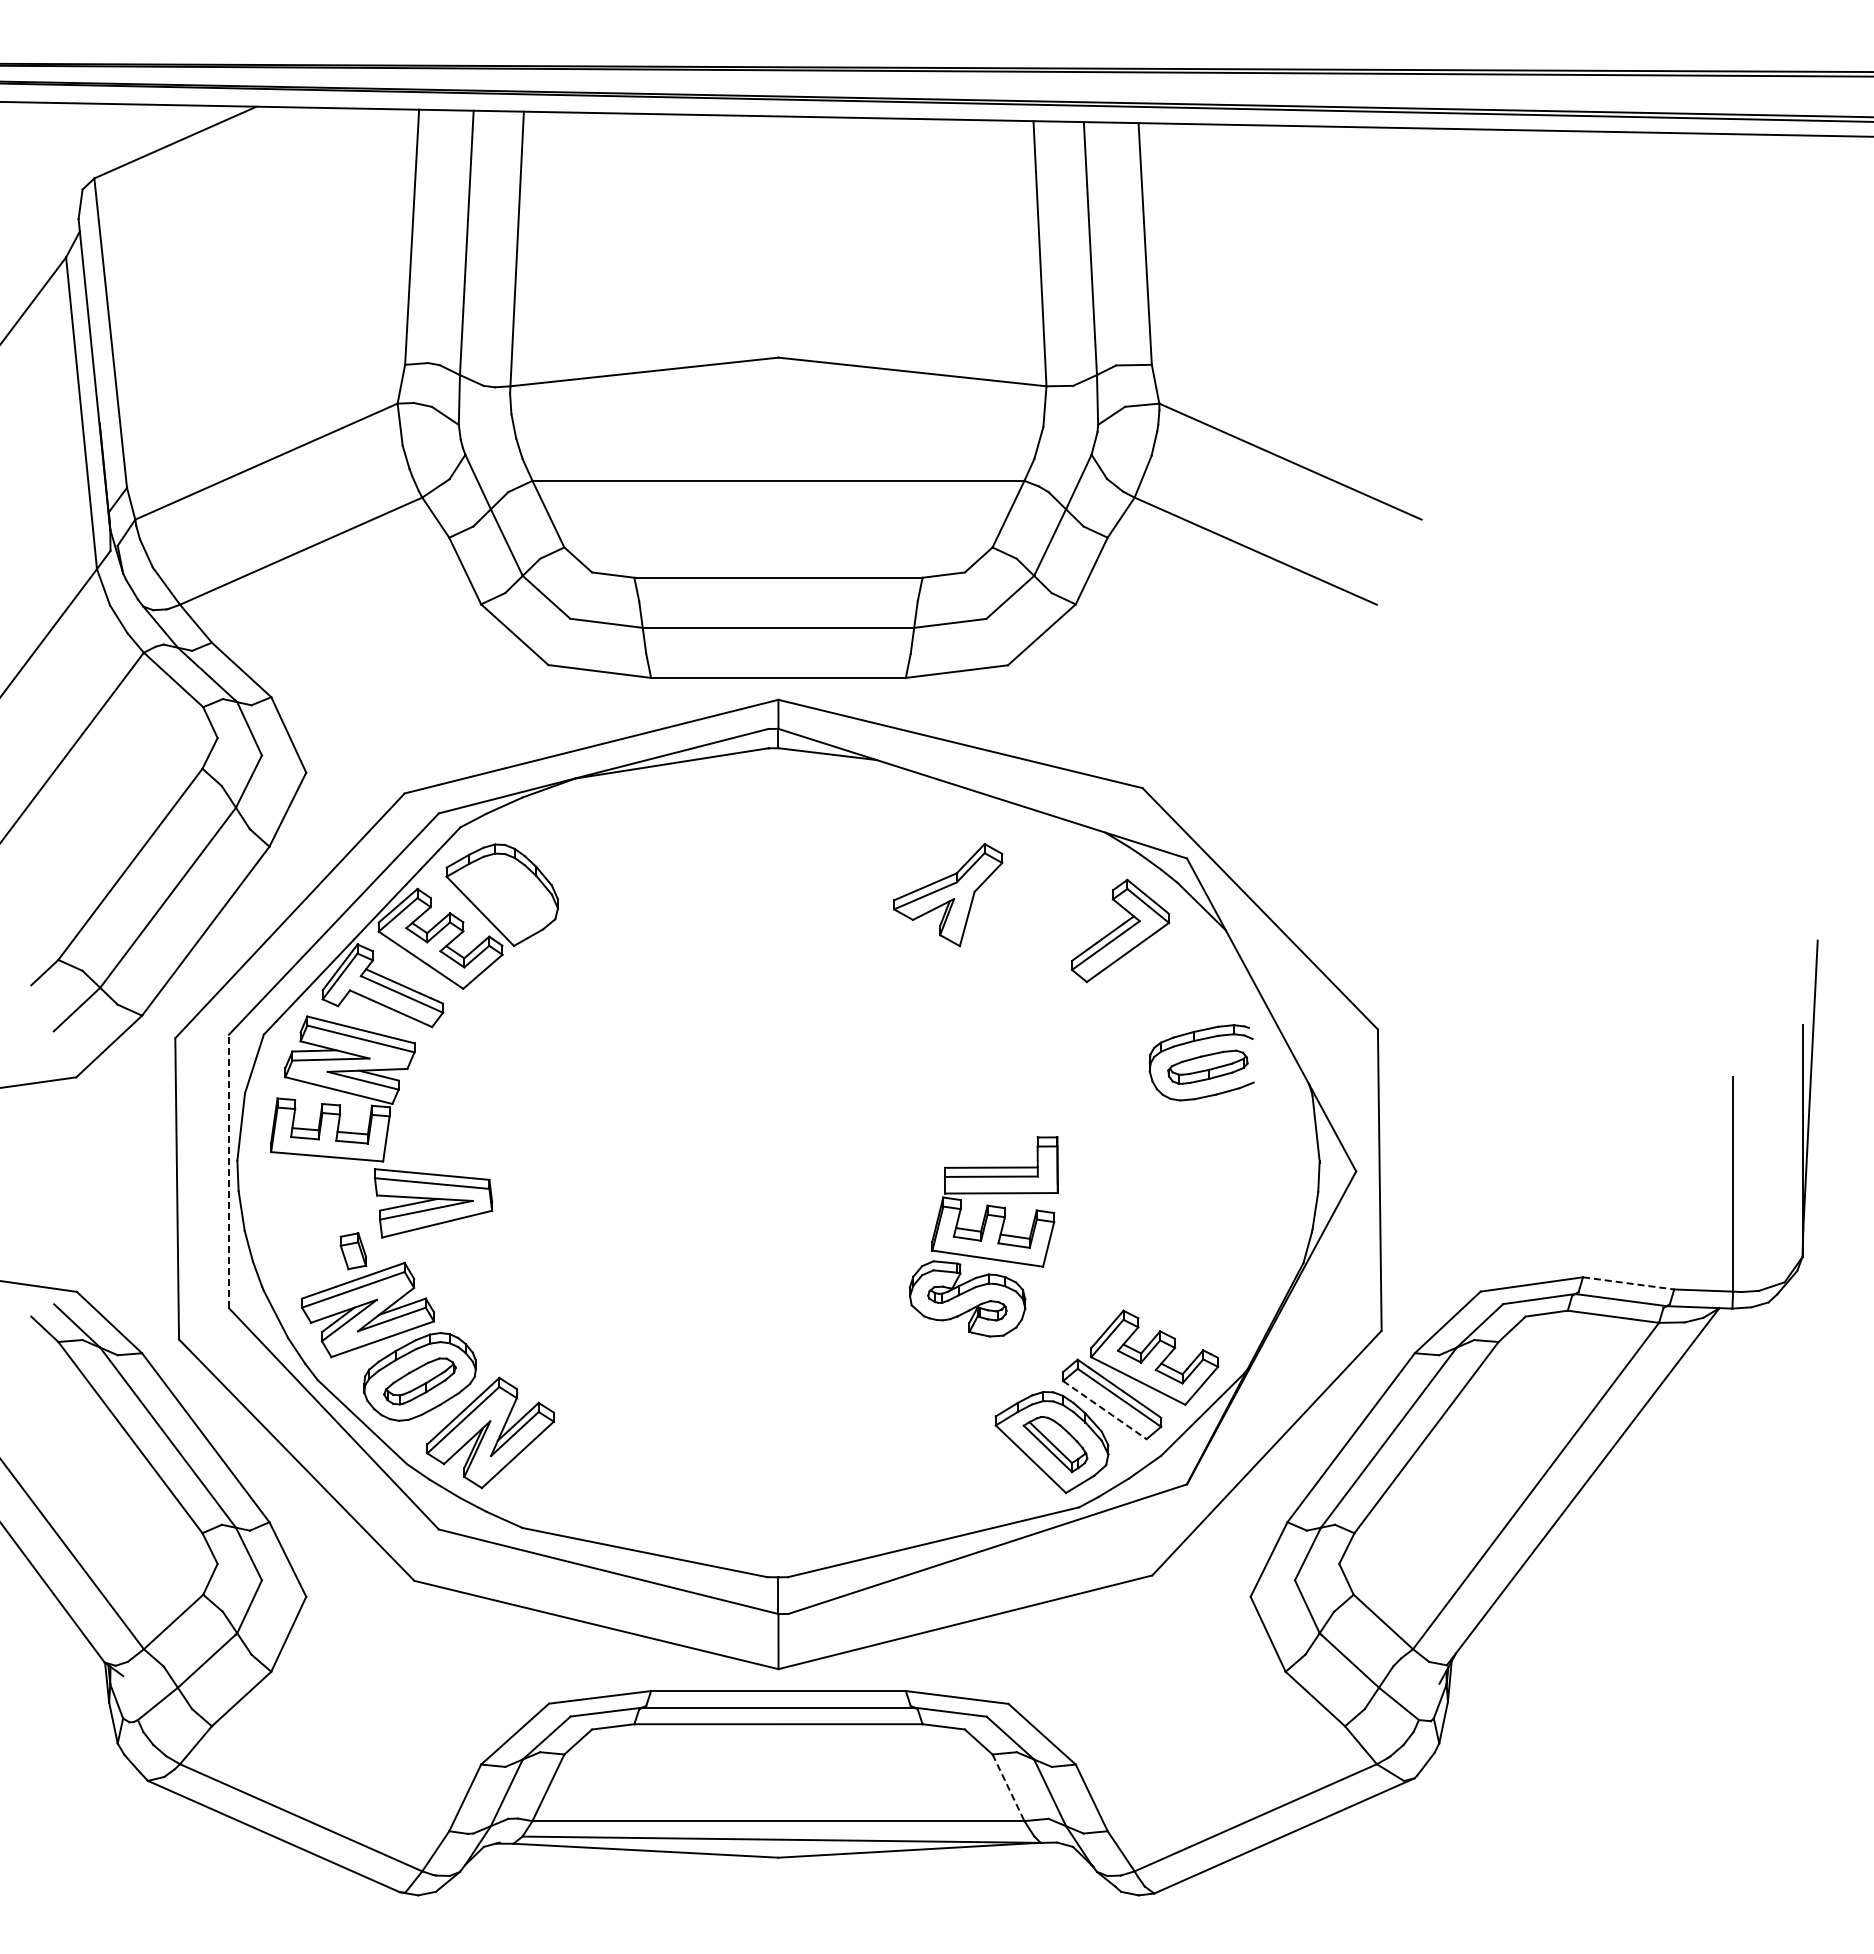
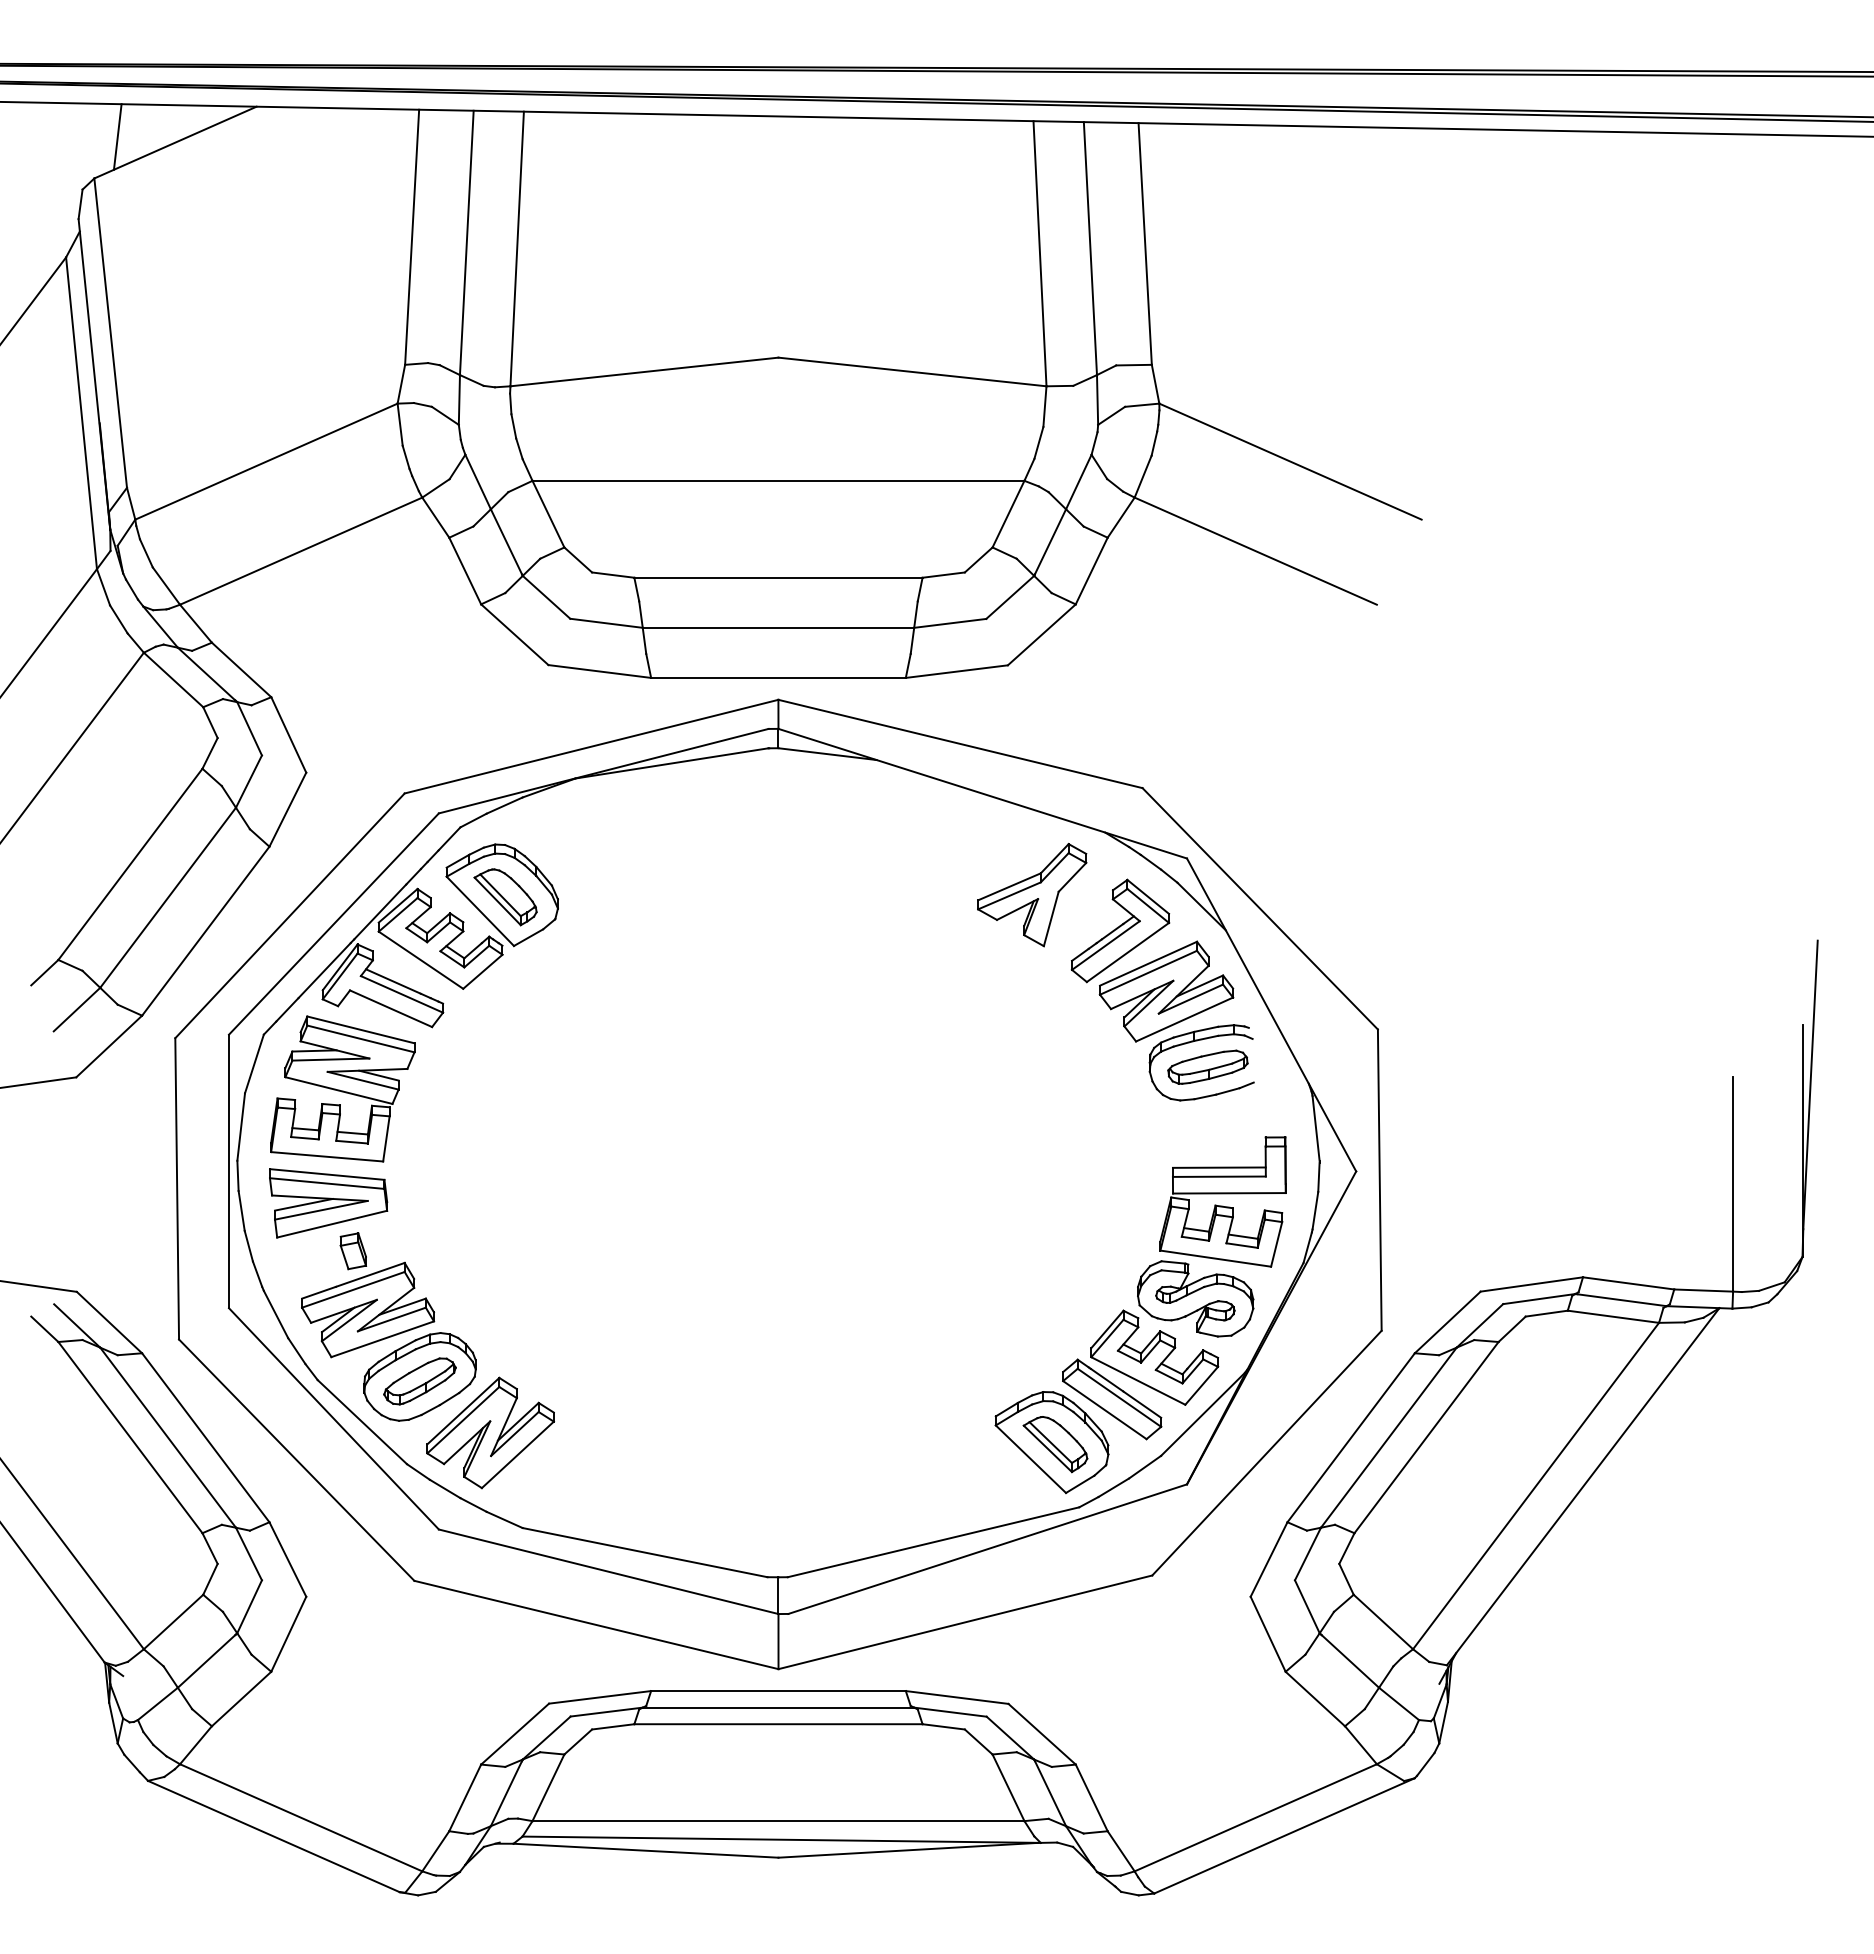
line at (117, 136): none -> present
part at (948, 894) position: (948, 894) -> (1032, 894)
part at (505, 897): none -> present
part at (1166, 991): none -> present
line at (229, 1171): dashed -> solid
part at (433, 1203) position: (433, 1203) -> (328, 1203)
part at (983, 1236) position: (983, 1236) -> (1211, 1236)
line at (1629, 1283): dashed -> solid
line at (1104, 1410): dashed -> solid
line at (1008, 1787): dashed -> solid
